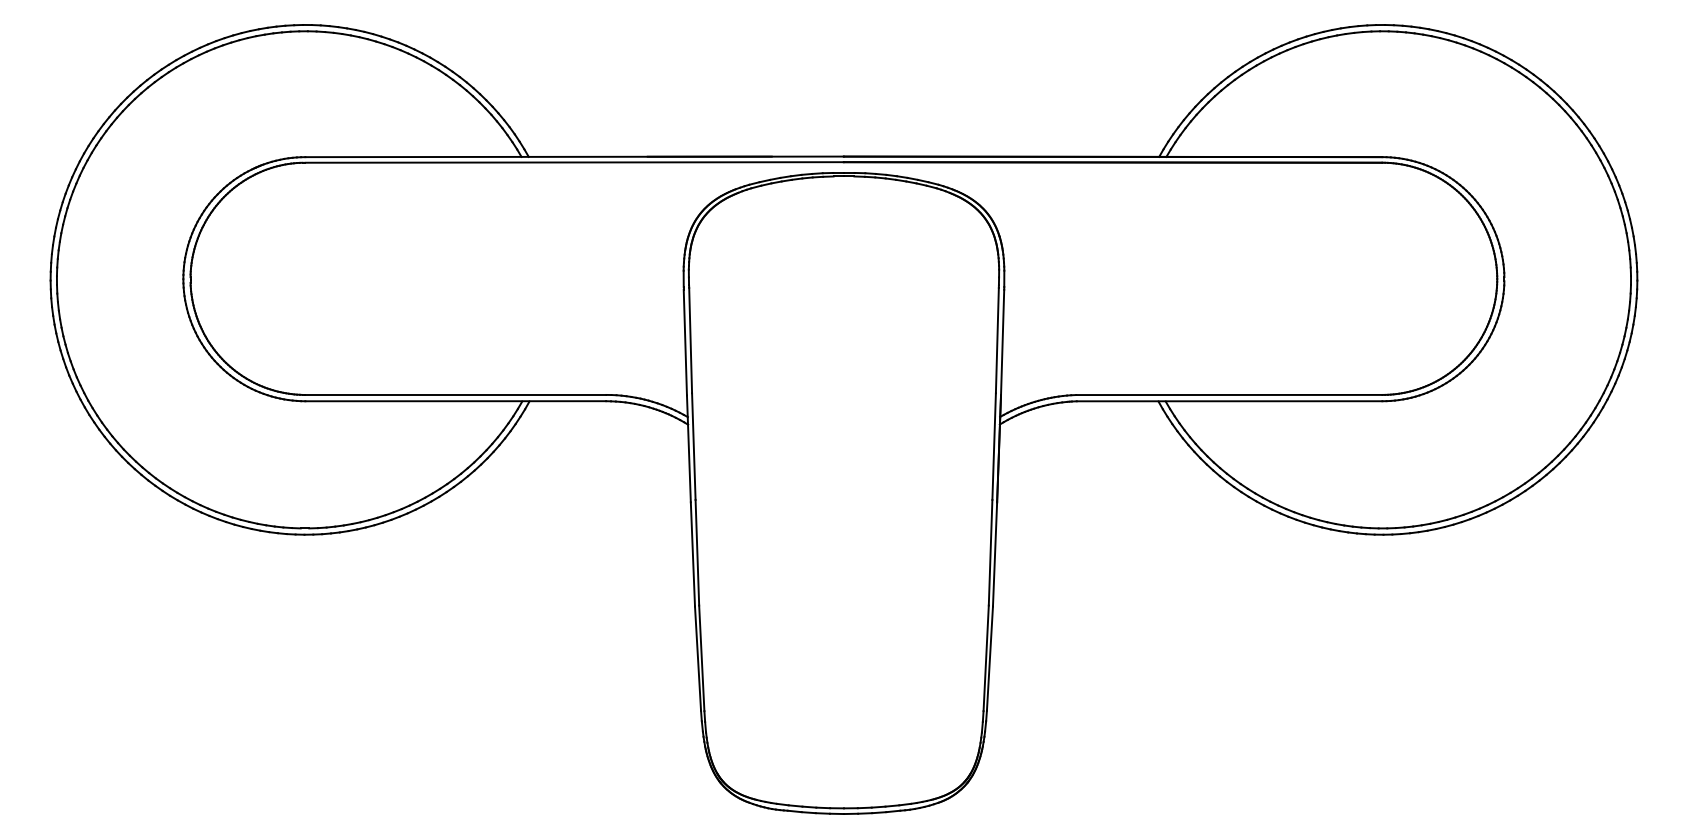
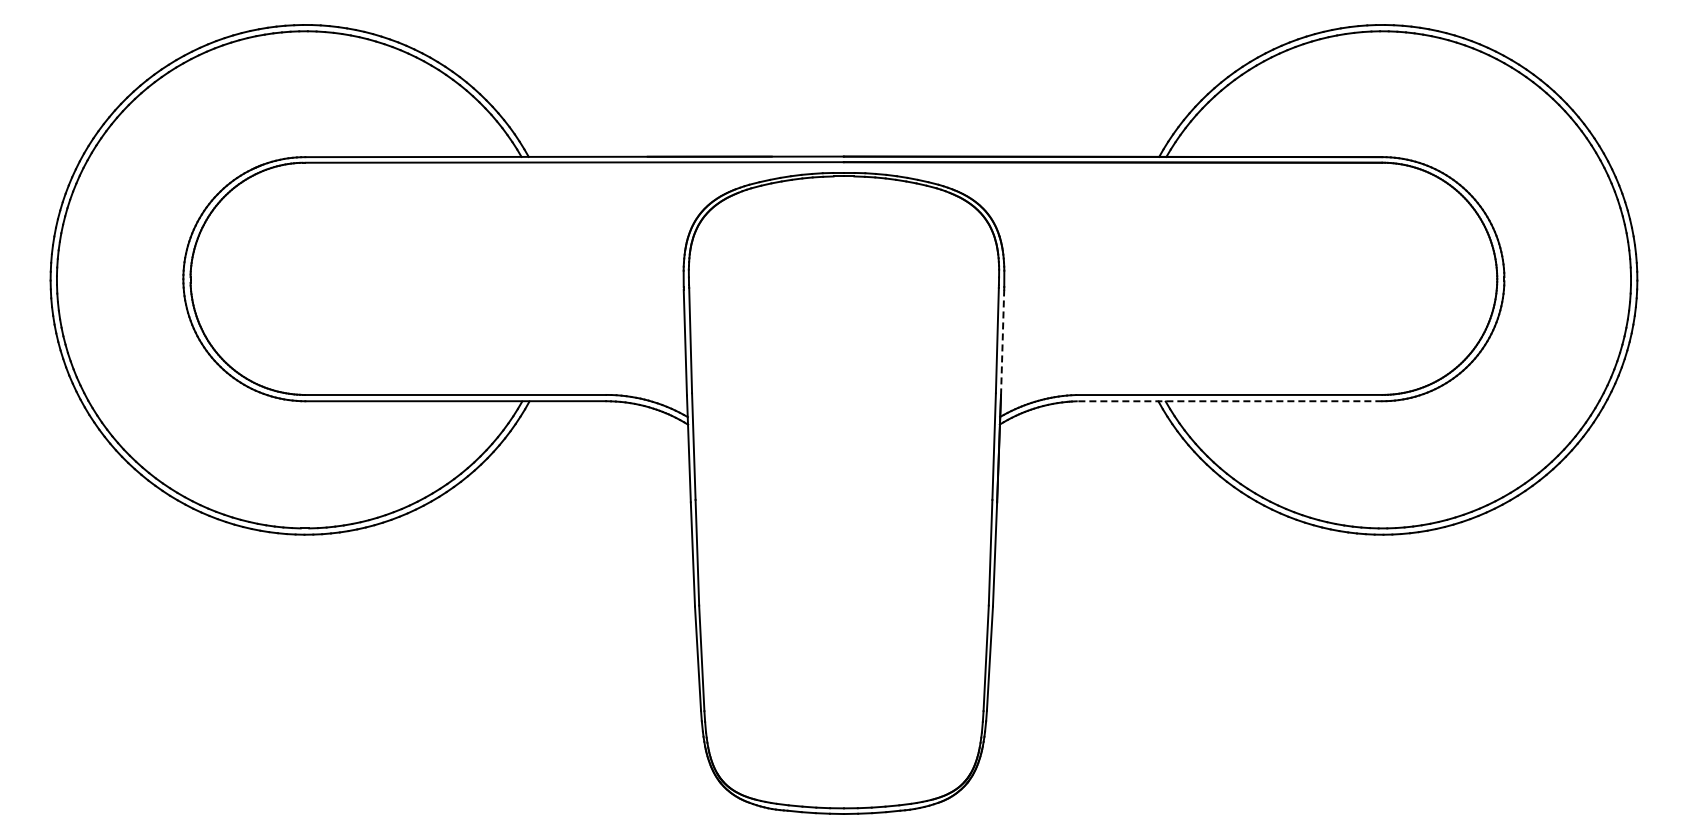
line at (1002, 342): solid -> dashed
line at (1229, 401): solid -> dashed
